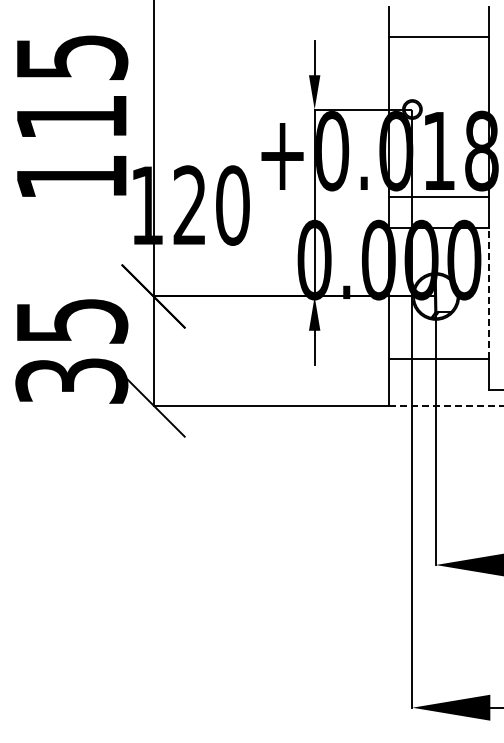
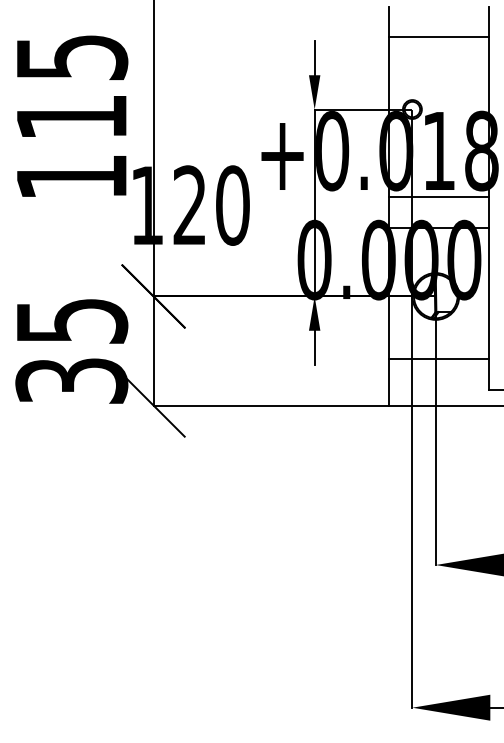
line at (488, 292): dashed -> solid
line at (445, 405): dashed -> solid
